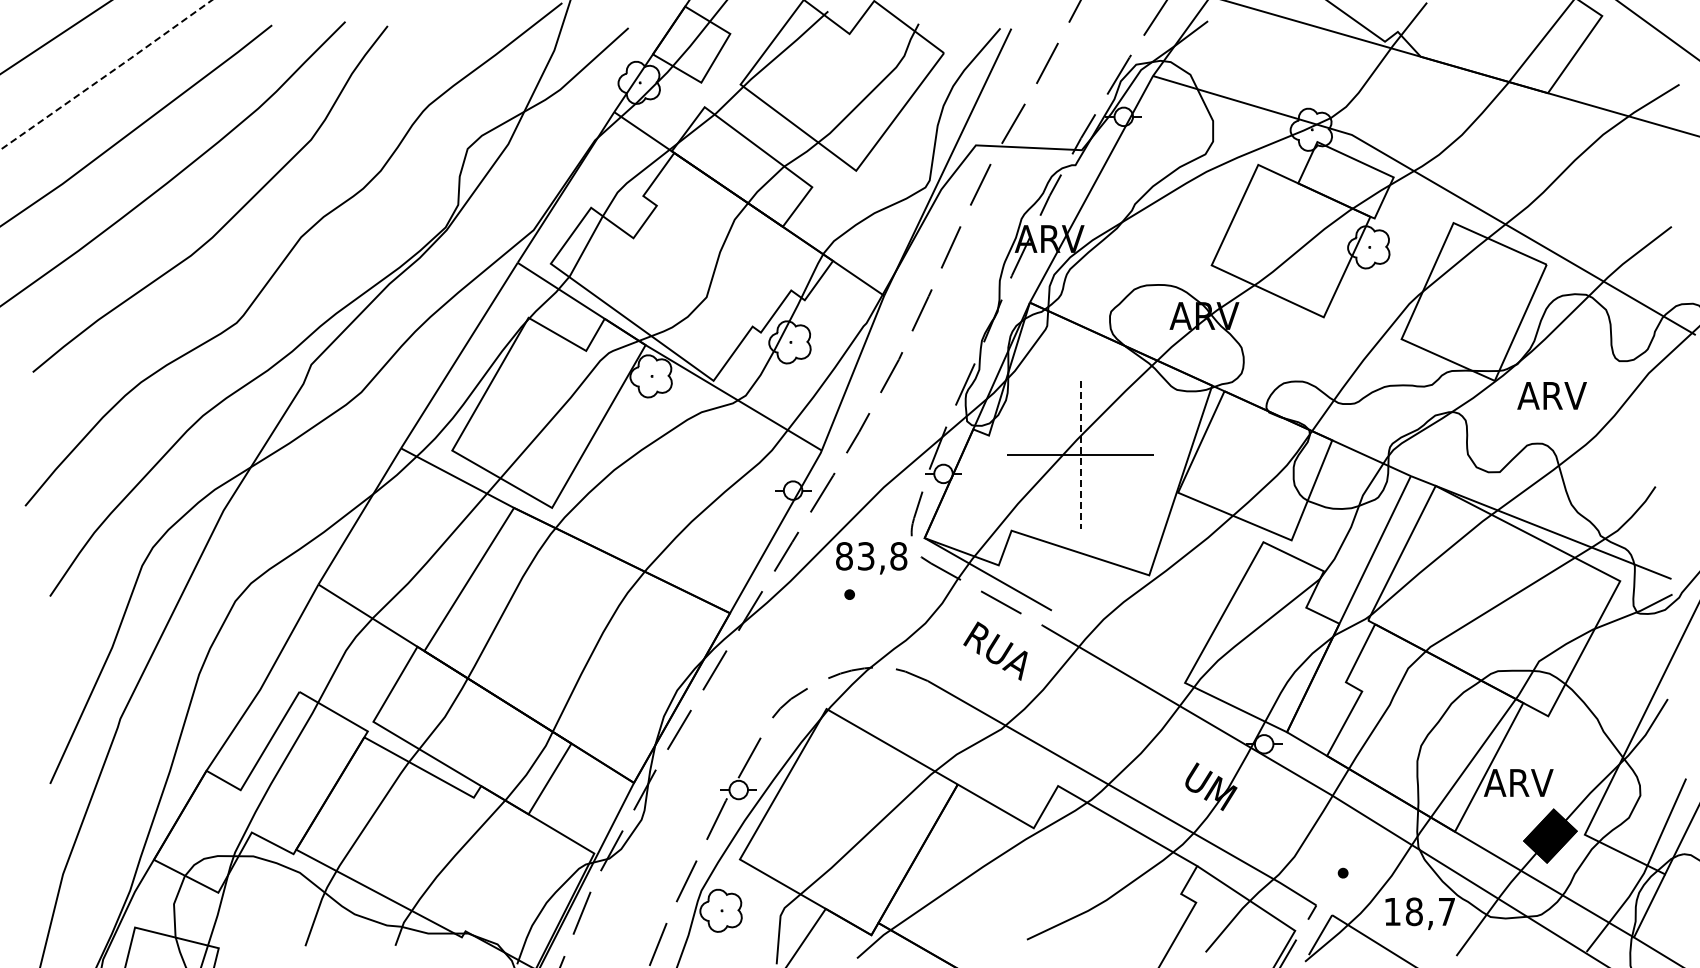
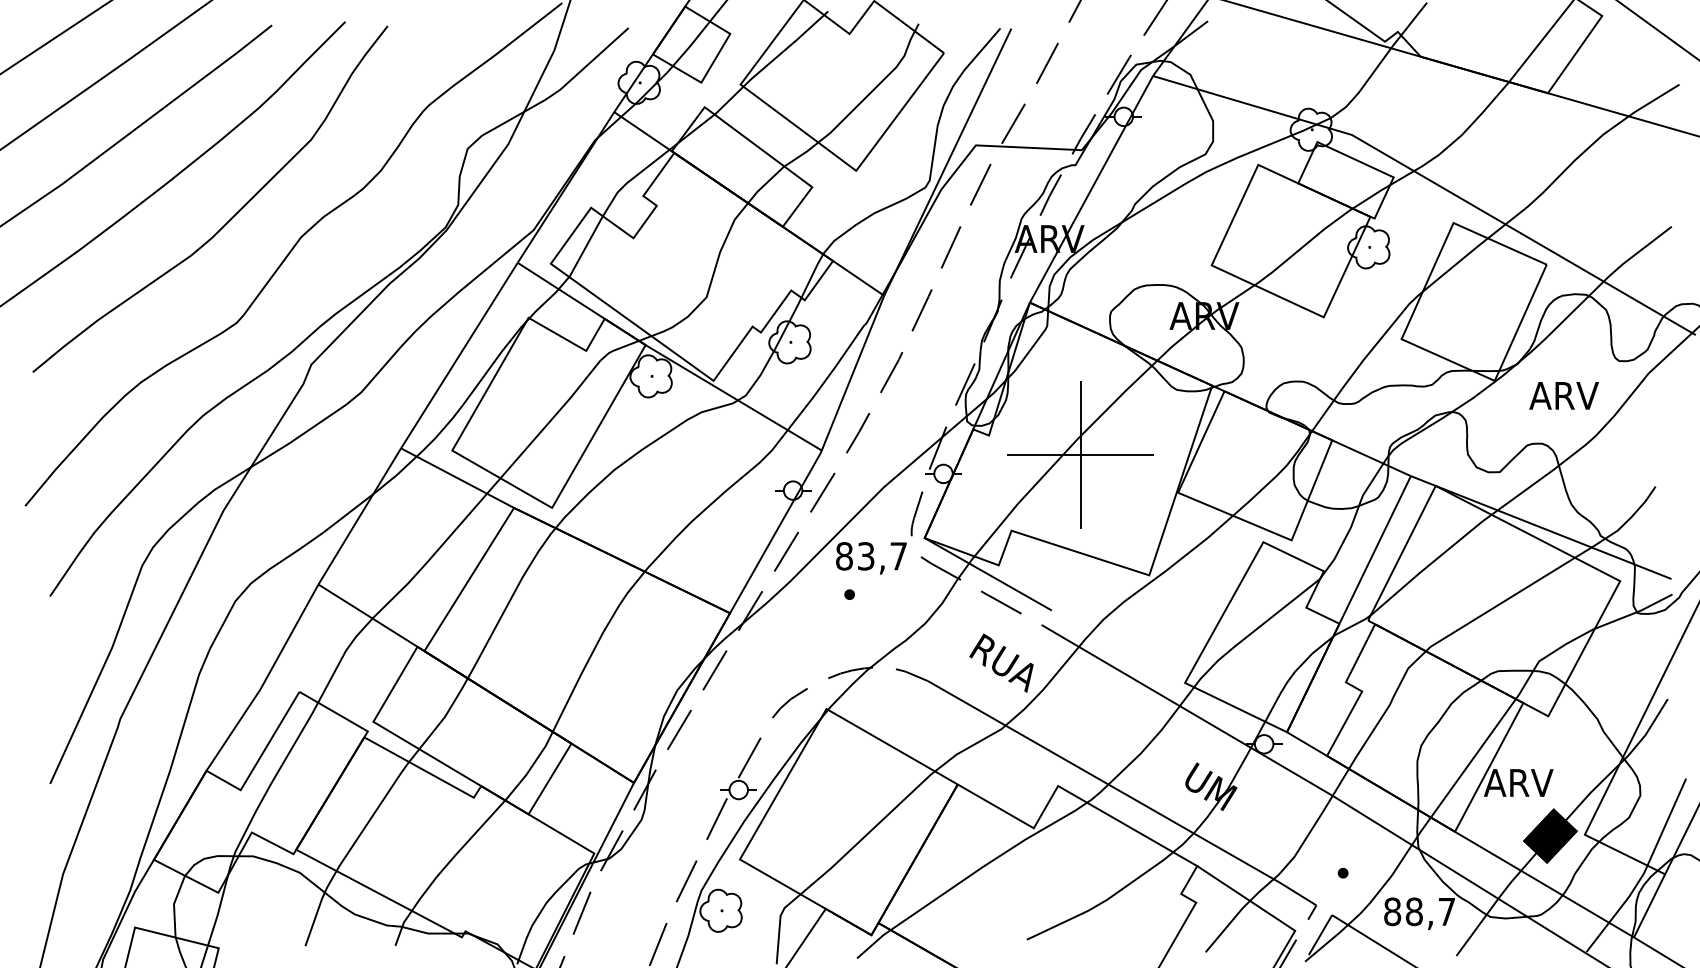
line at (107, 74): dashed -> solid
text at (1551, 395) position: (1551, 395) -> (1563, 395)
line at (1080, 455): dashed -> solid
text at (898, 556): 83,8 -> 83,7
text at (995, 650) position: (995, 650) -> (1001, 662)
text at (1392, 911): 18,7 -> 88,7
